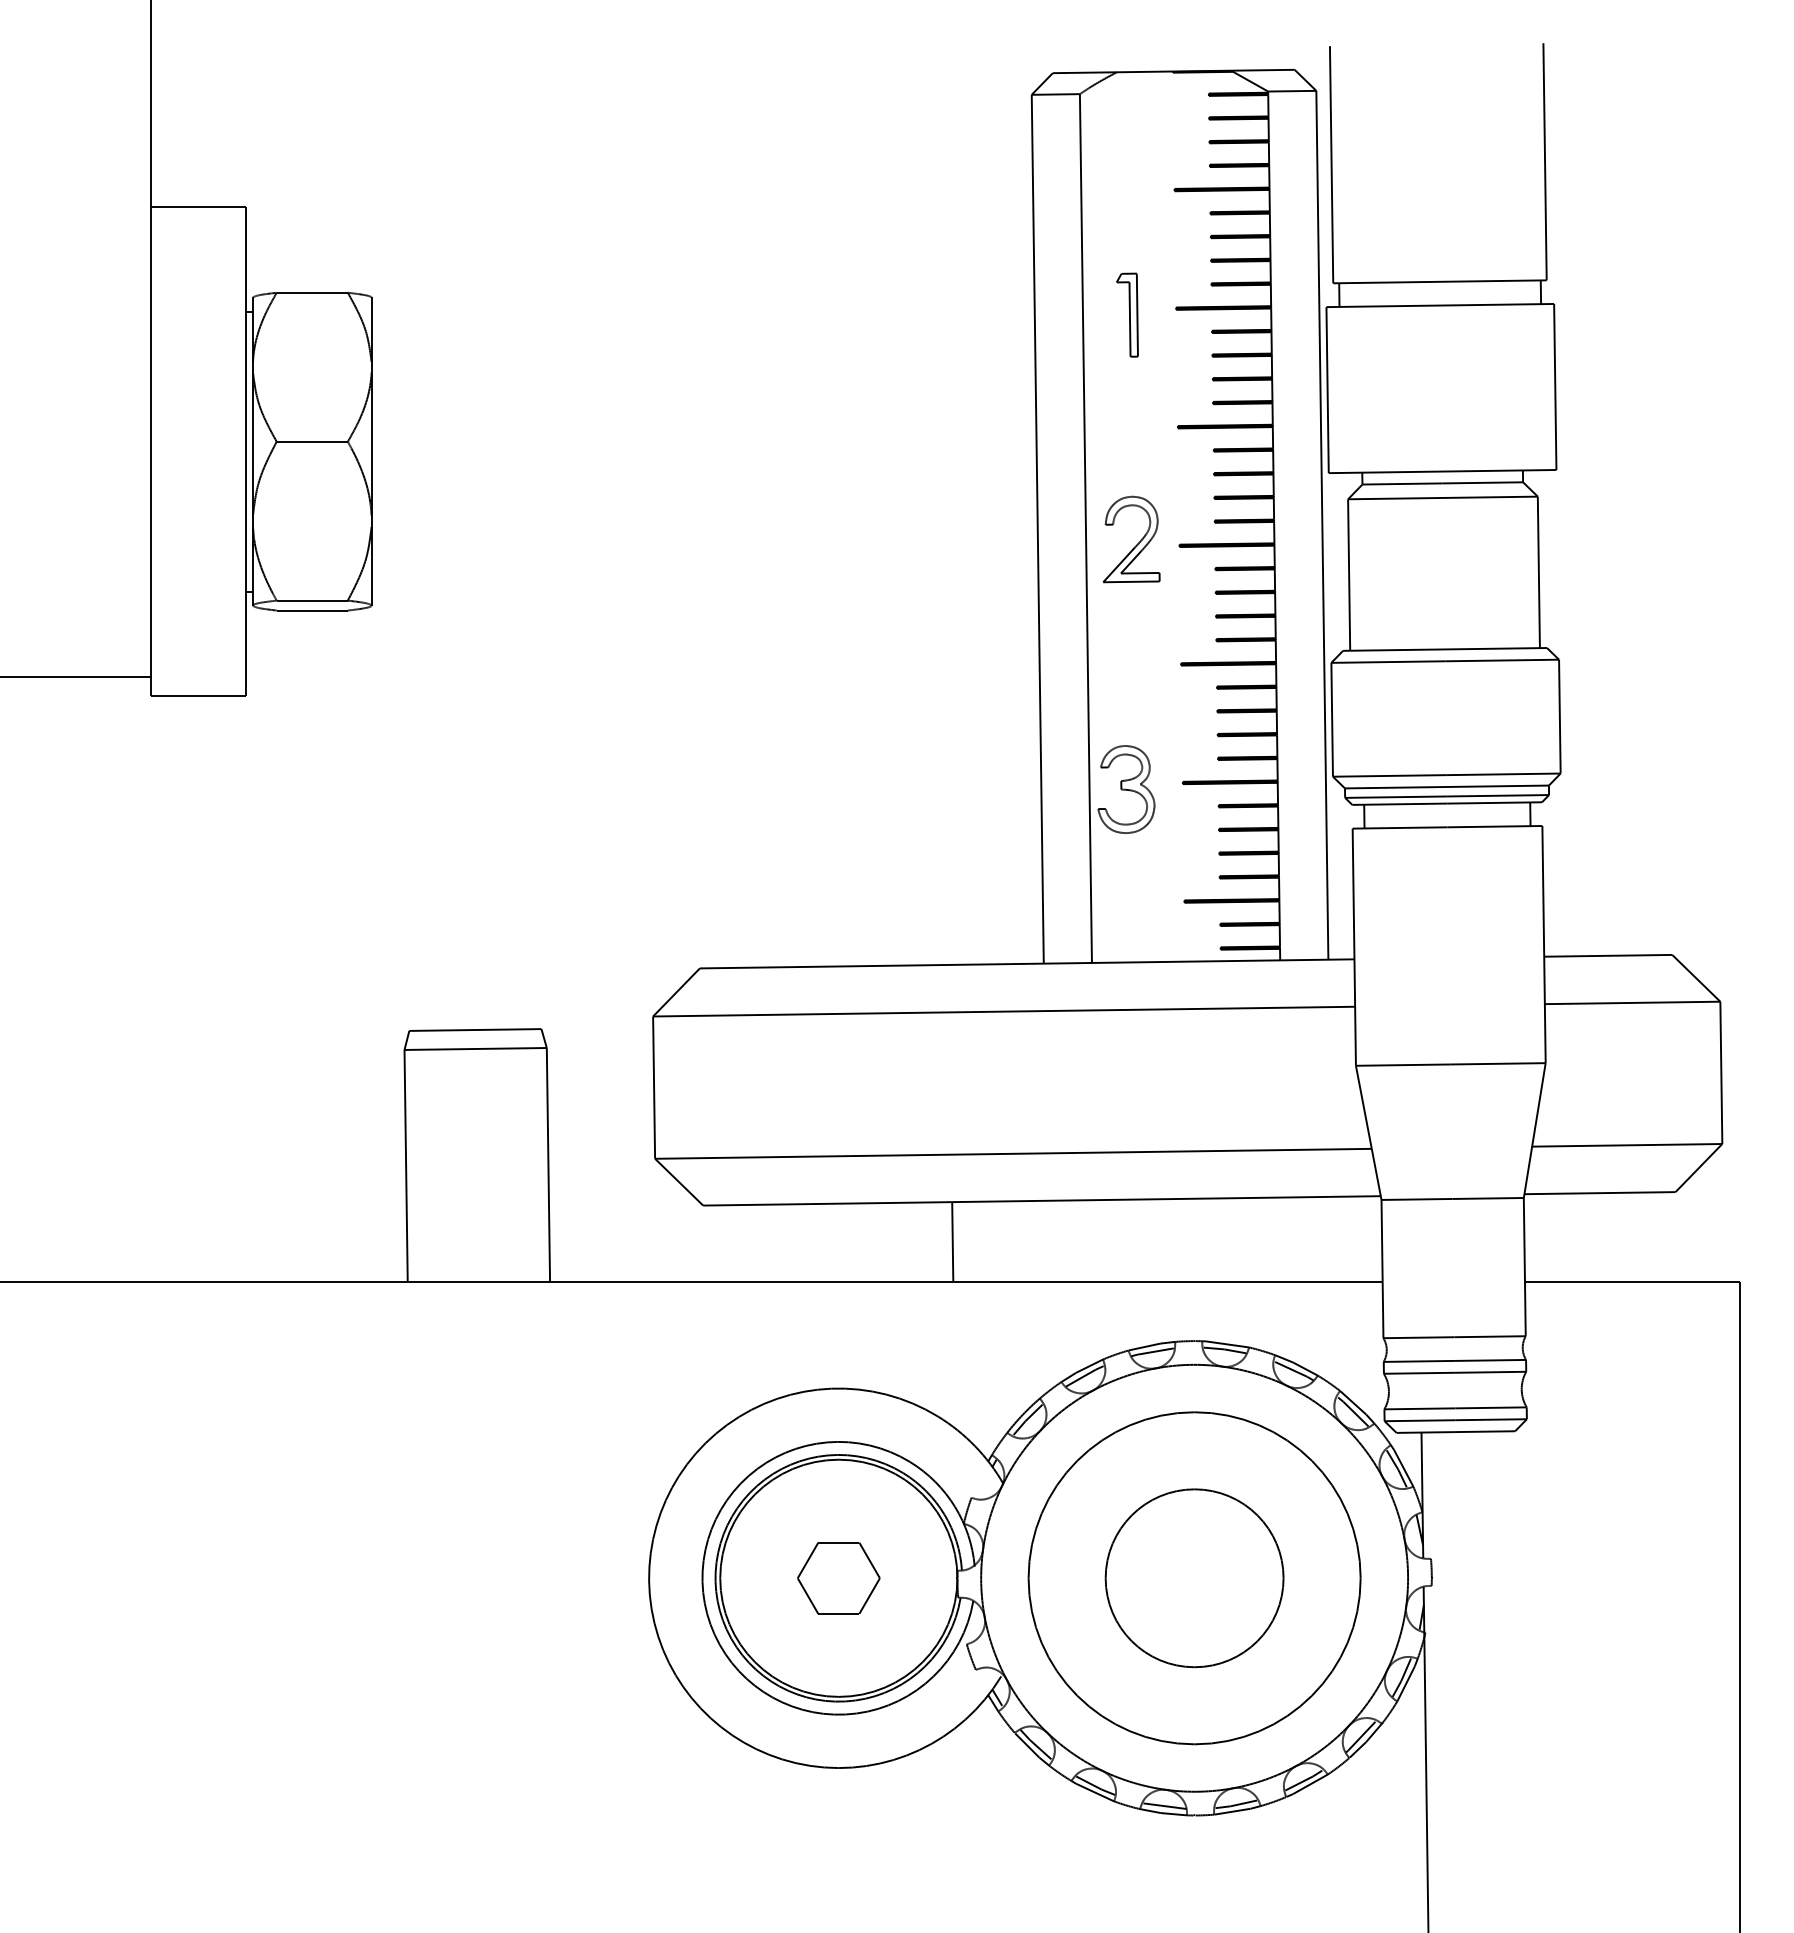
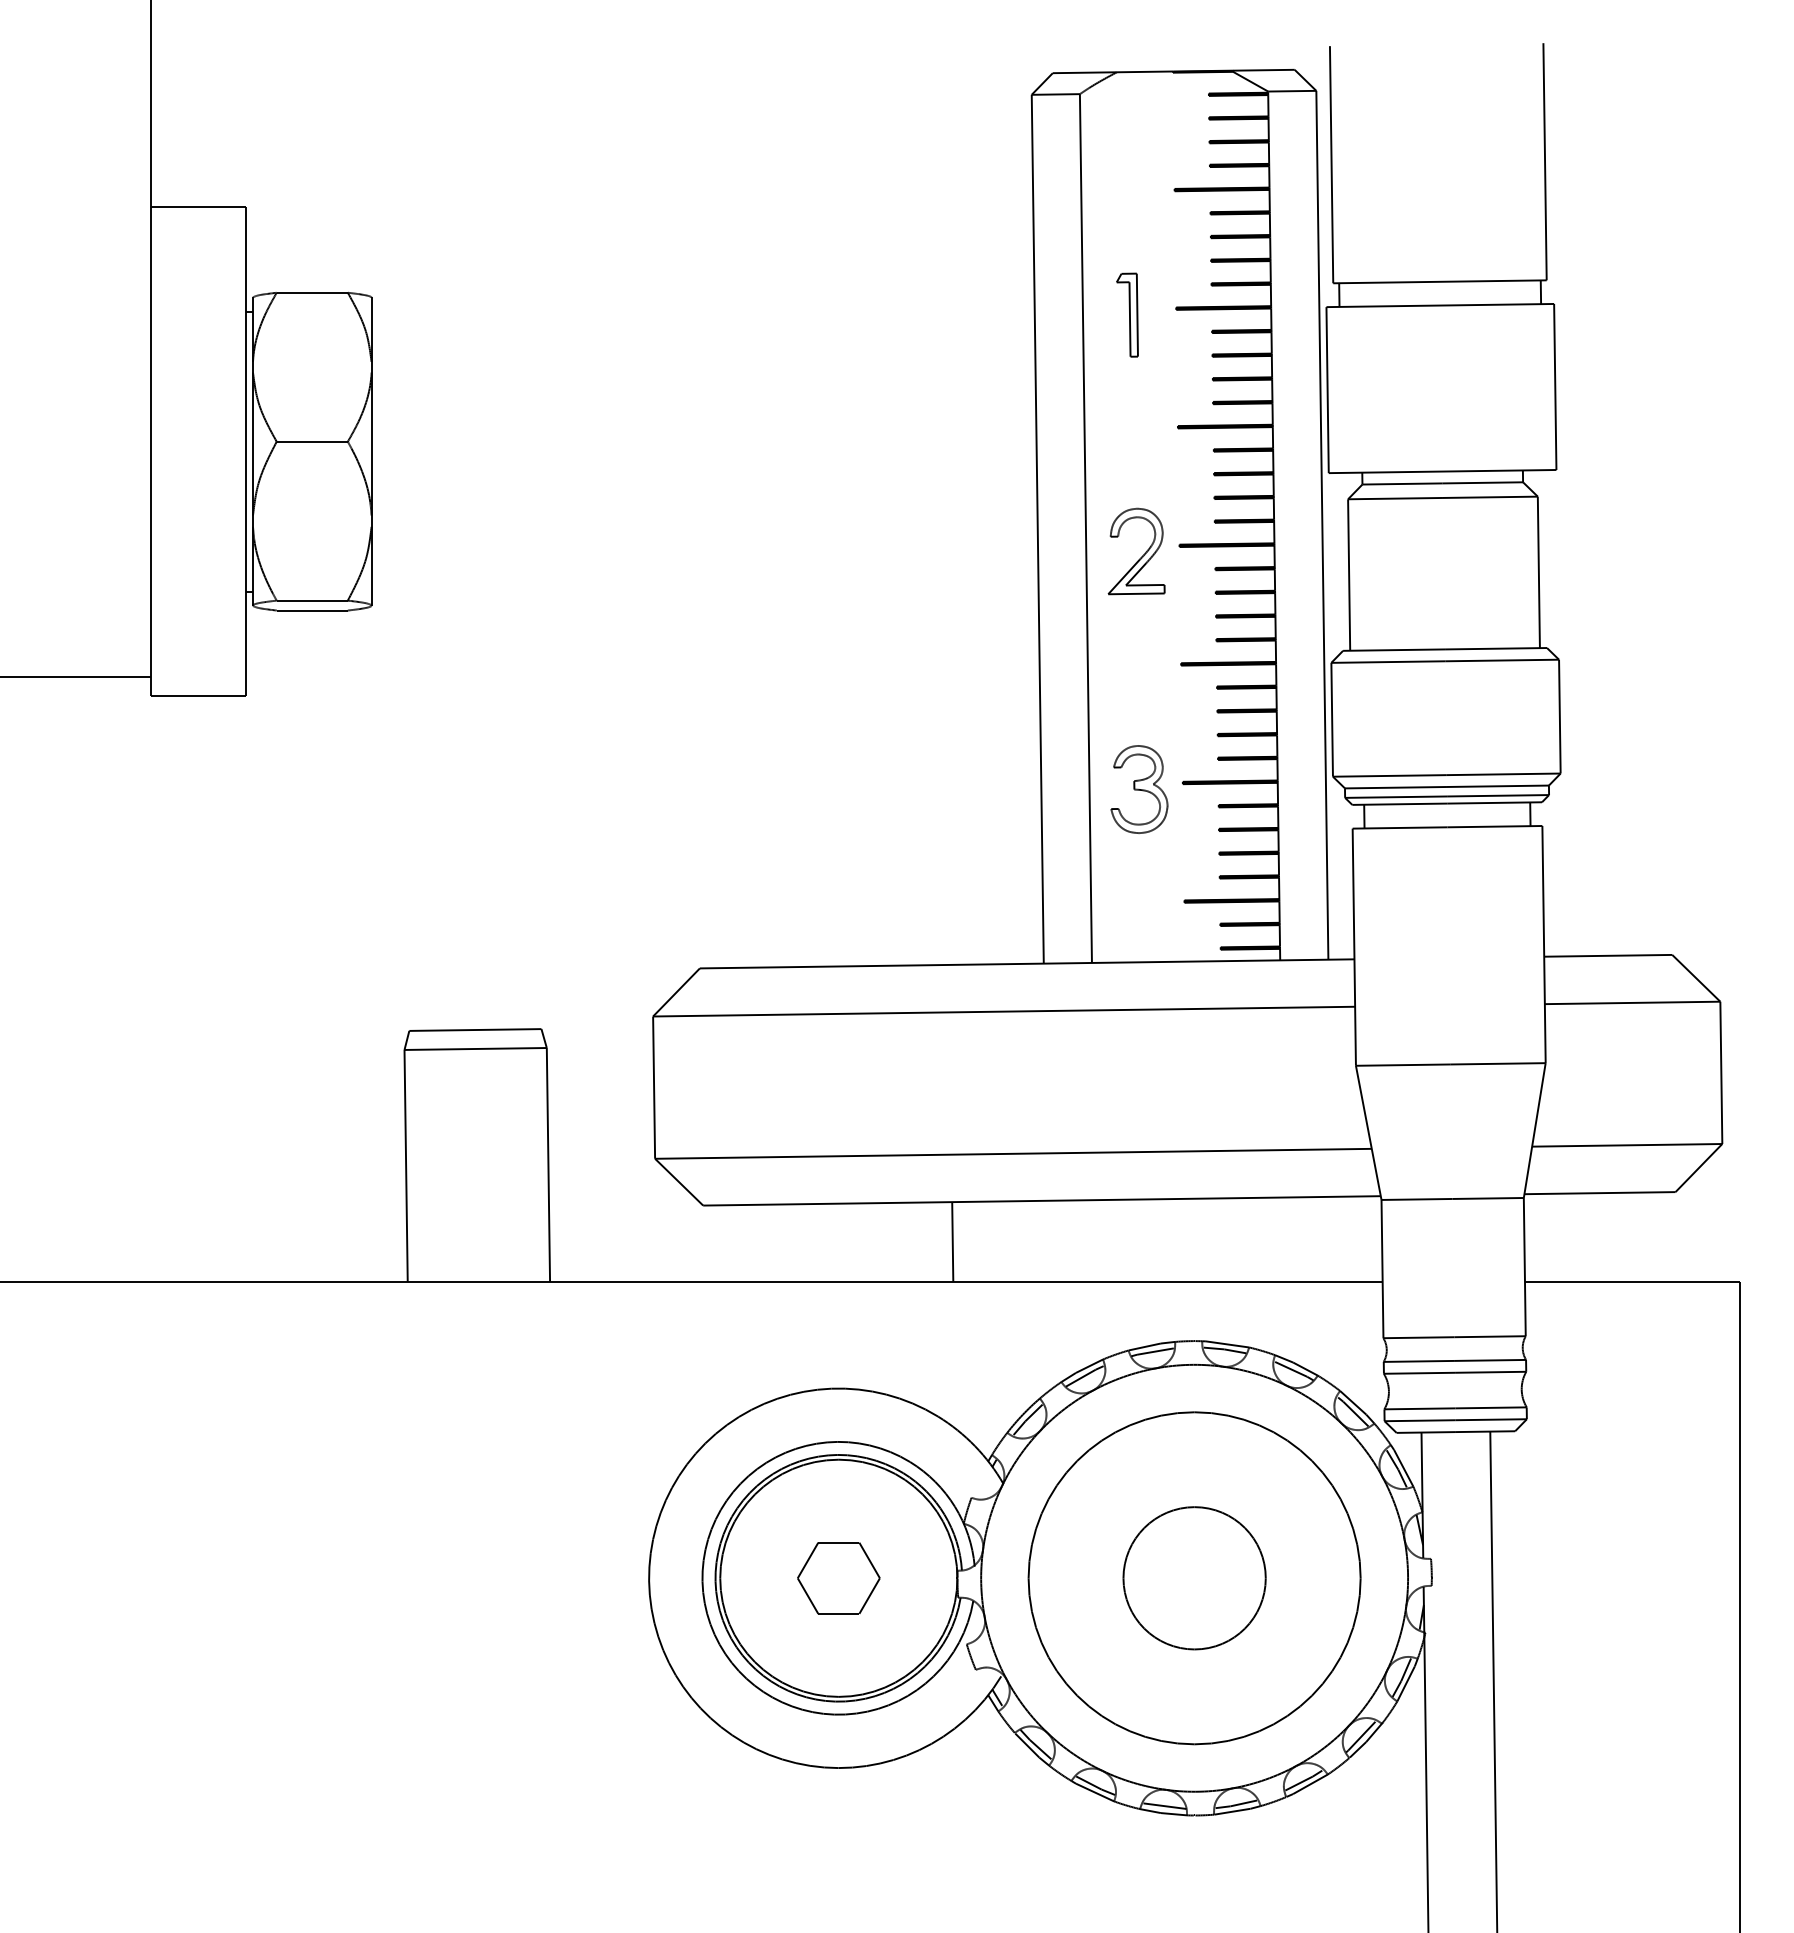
part at (1136, 544) position: (1136, 544) -> (1141, 556)
part at (1126, 789) position: (1126, 789) -> (1139, 789)
circle at (1194, 1578) diameter: 178 px -> 142 px
line at (1493, 1680): none -> present
